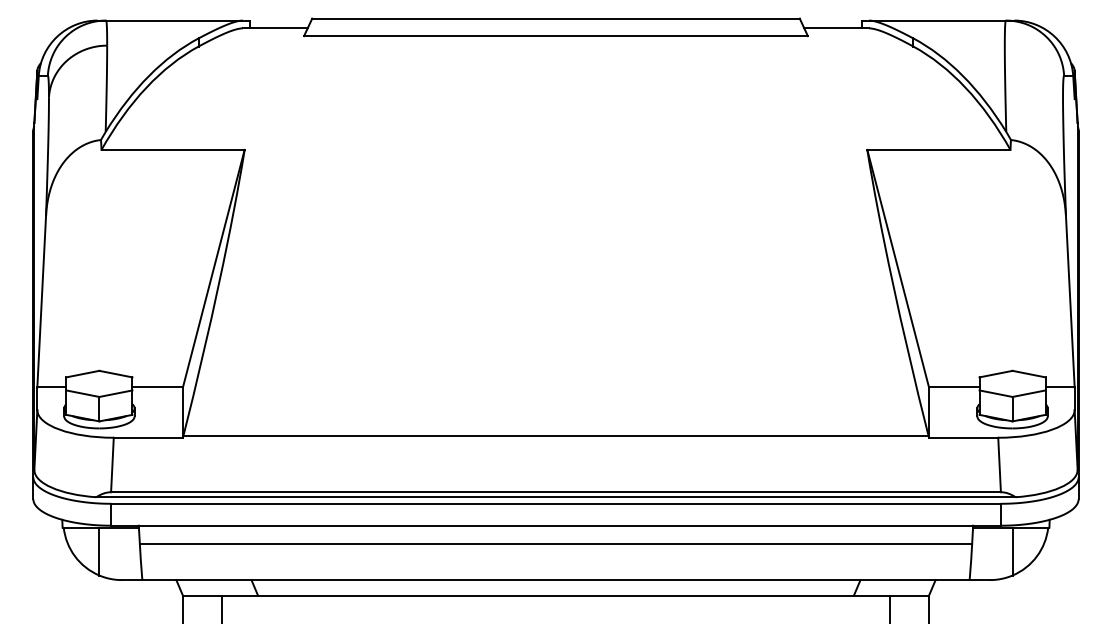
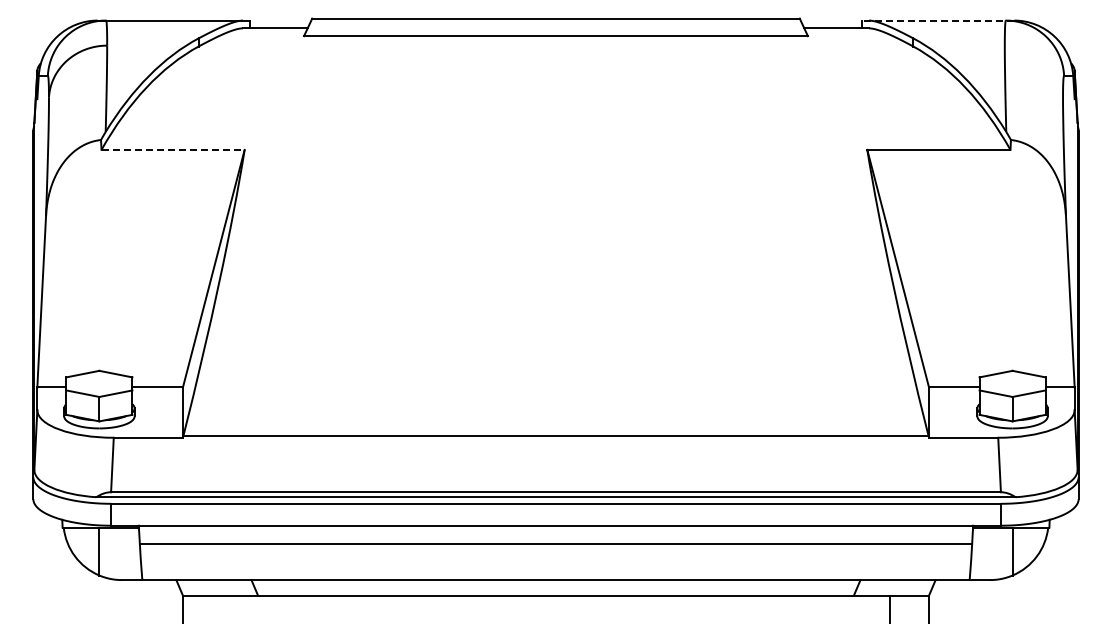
line at (937, 20): solid -> dashed
line at (173, 149): solid -> dashed
line at (221, 607): present -> none
